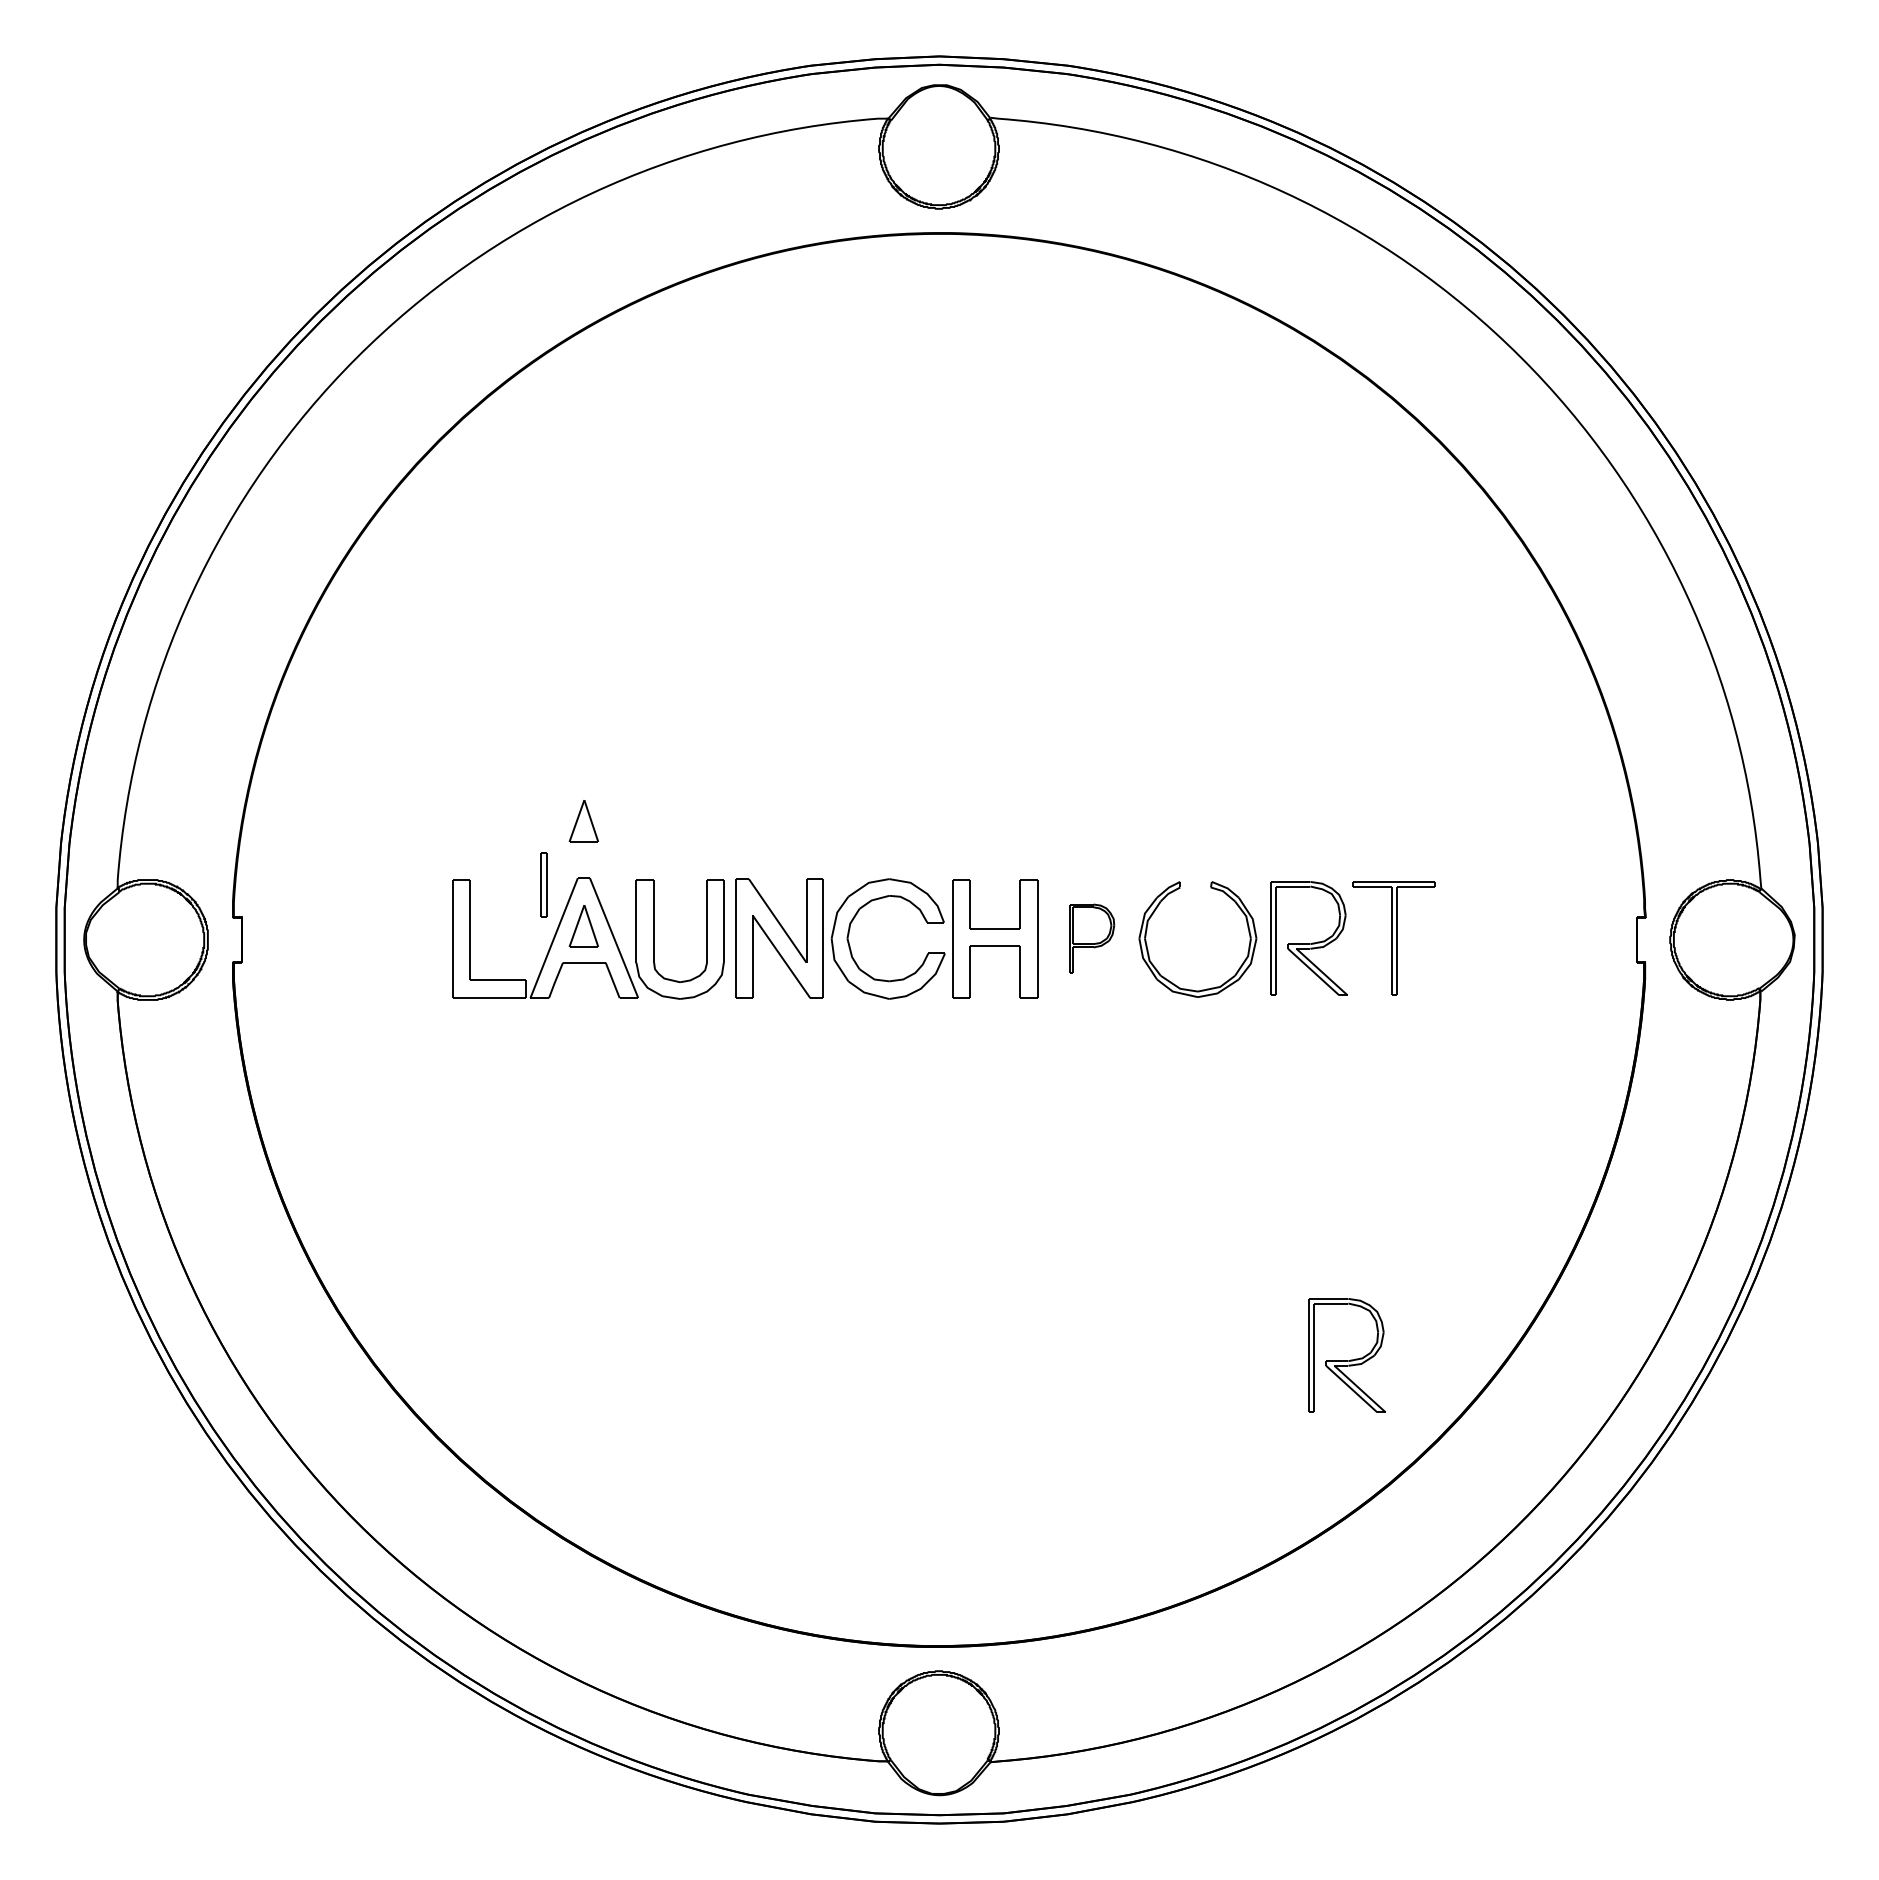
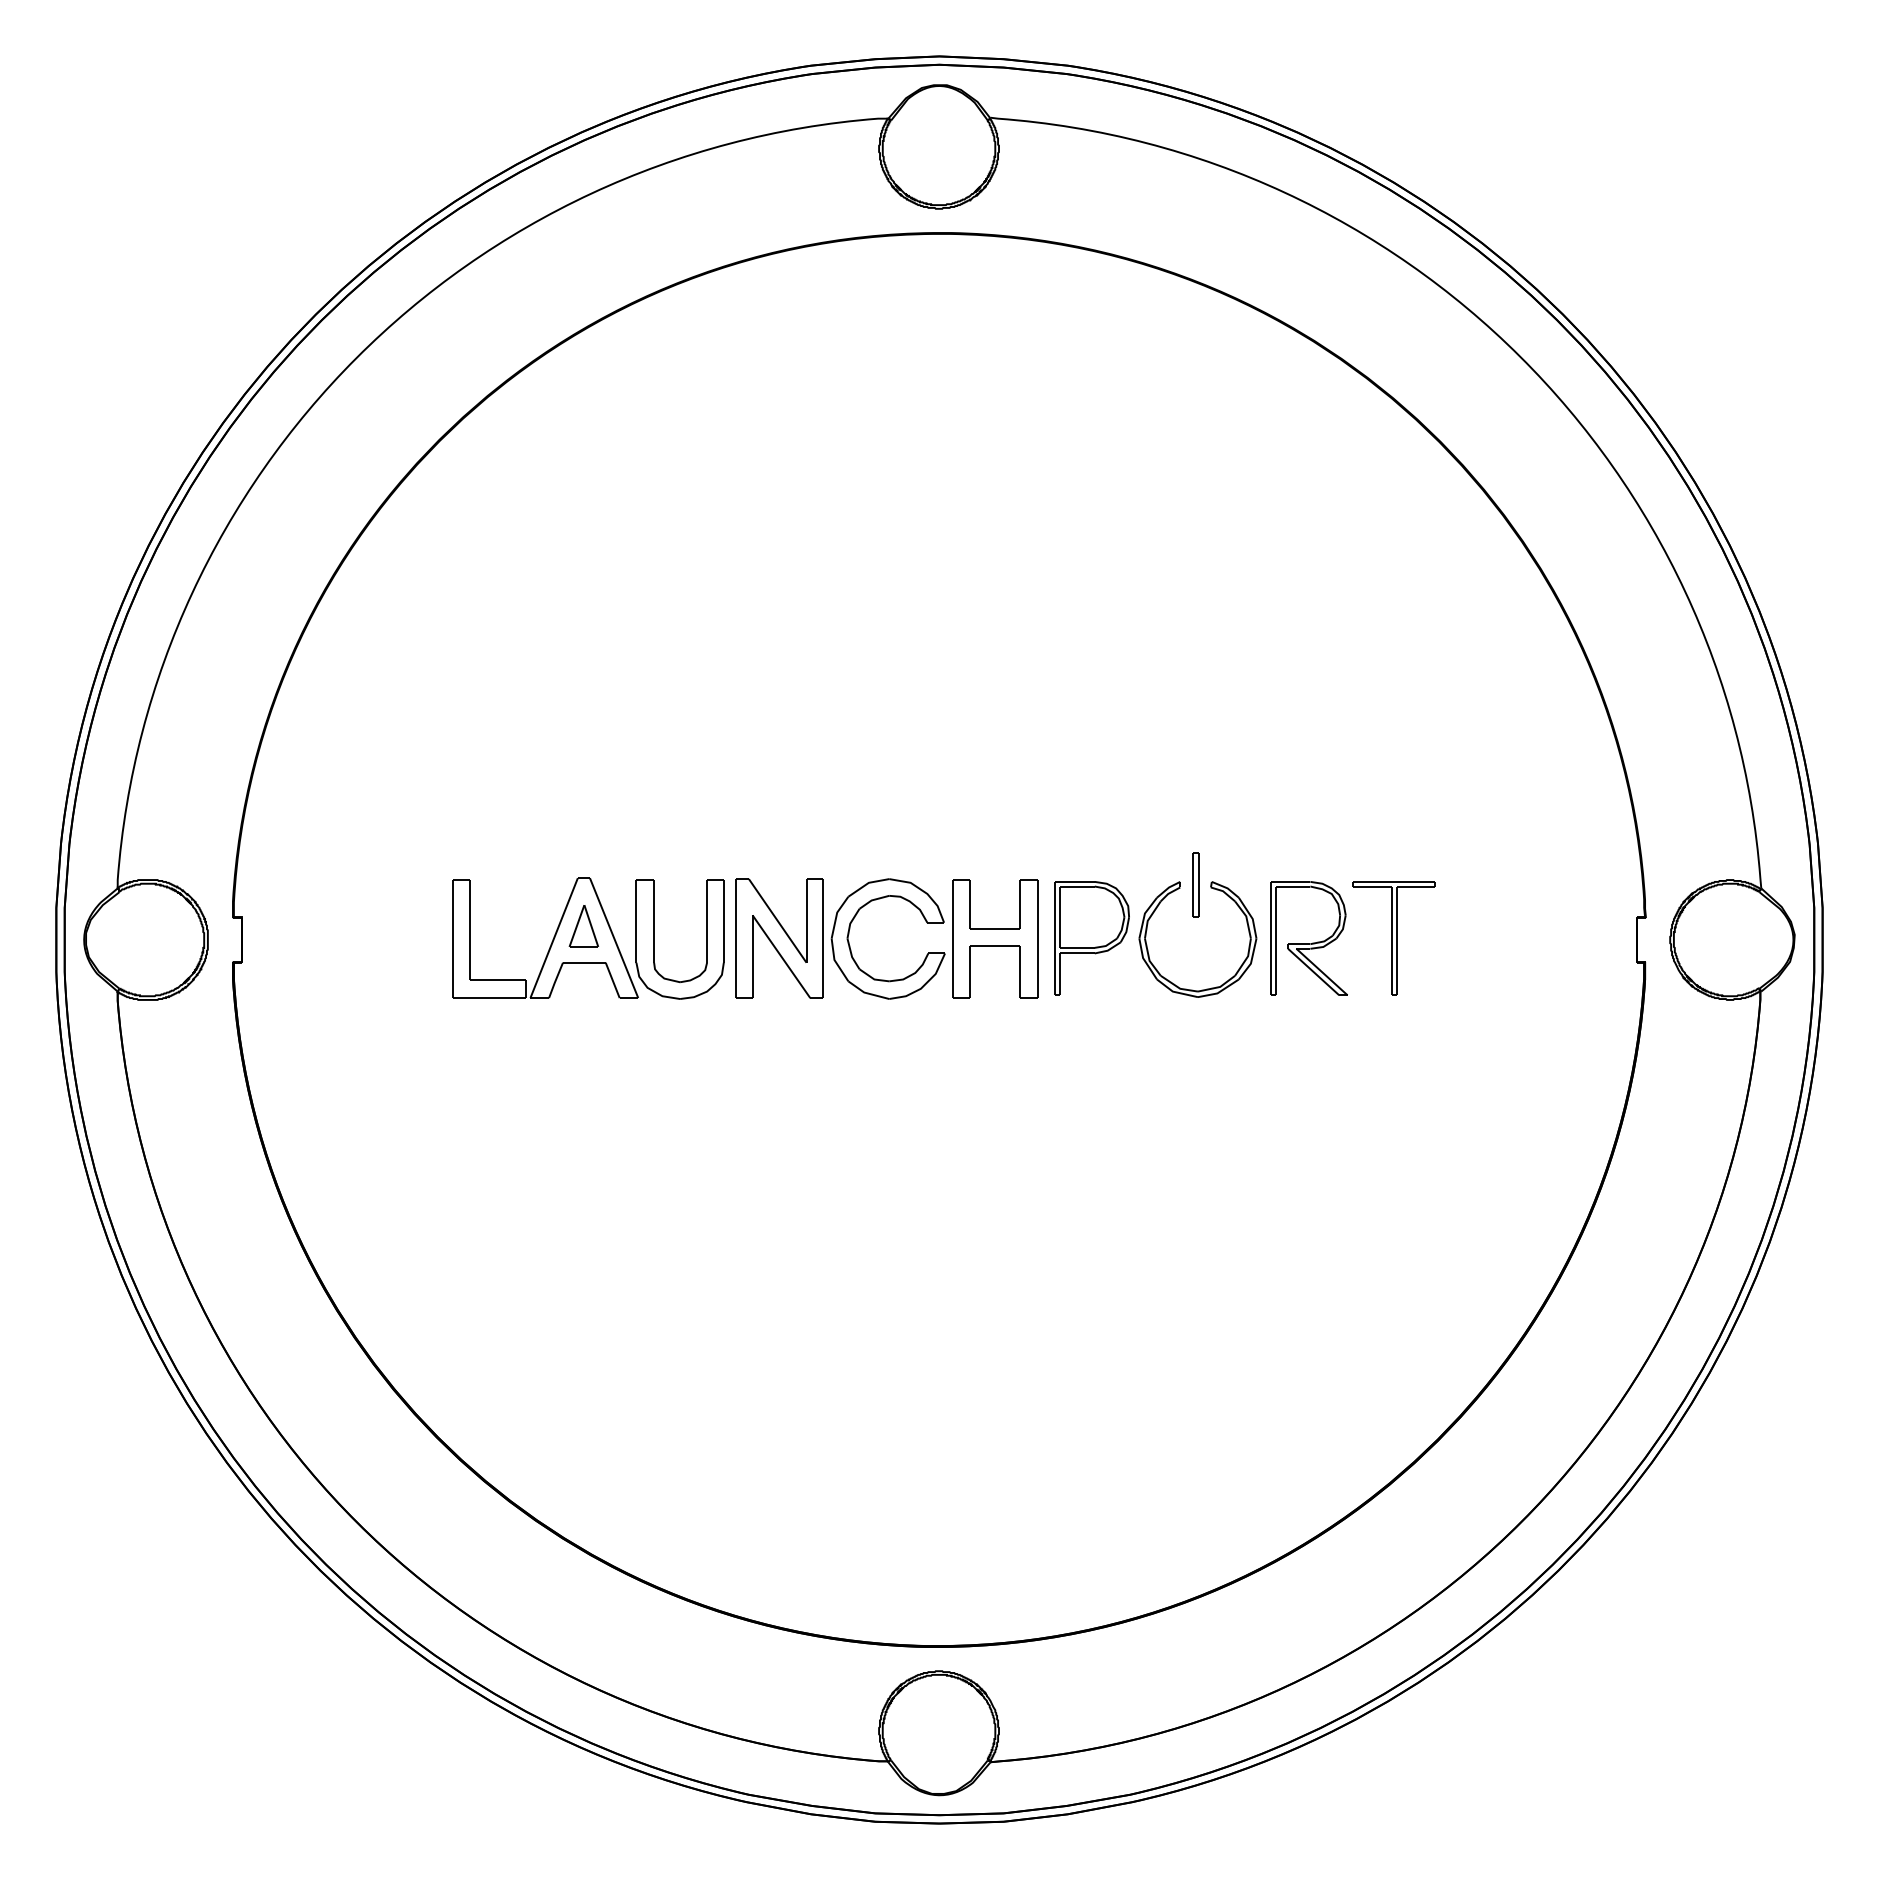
part at (583, 821): present -> none
part at (543, 884) position: (543, 884) -> (1195, 884)
part at (1092, 938) size: 47x71 px -> 76x115 px
part at (1346, 1355): present -> none
